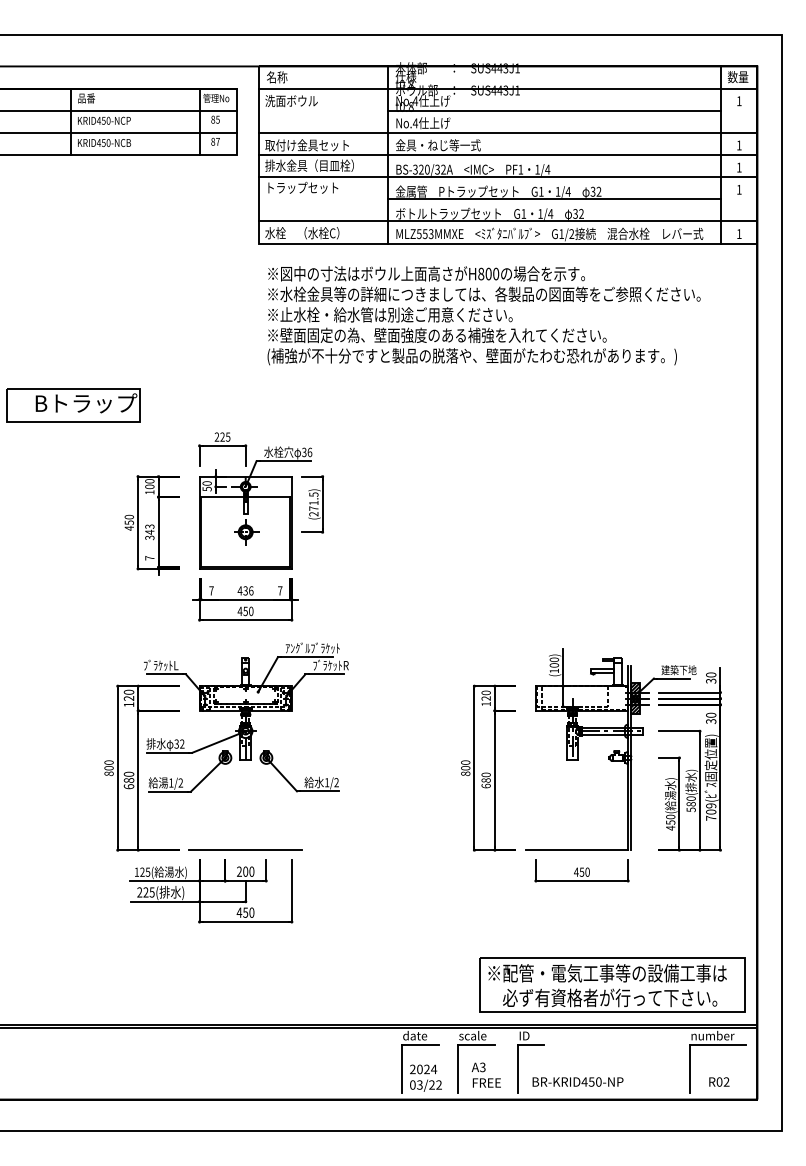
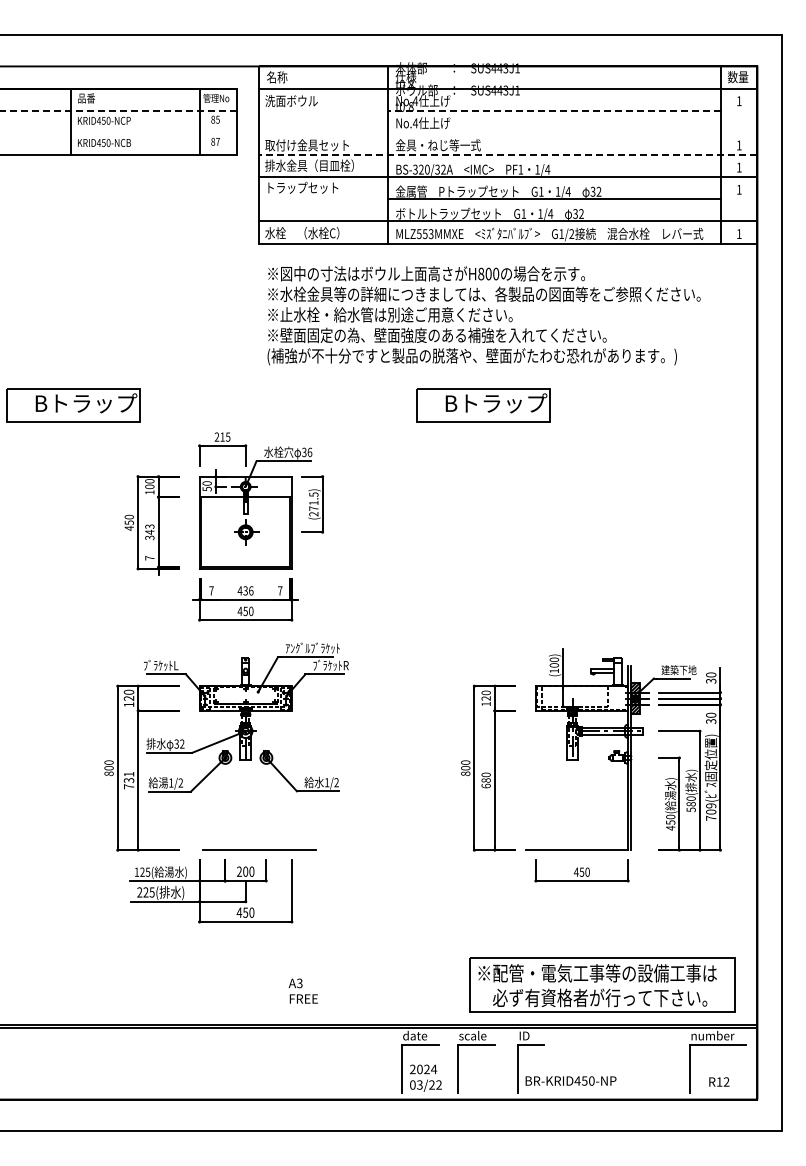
line at (118, 110): solid -> dashed
line at (553, 110): solid -> dashed
line at (119, 132): present -> none
line at (508, 132): present -> none
line at (507, 155): solid -> dashed
part at (483, 405): none -> present
text at (222, 436): 225 -> 215
text at (128, 780): 680 -> 731
line at (245, 849) position: (245, 849) -> (259, 849)
part at (612, 984) position: (612, 984) -> (602, 984)
text at (485, 1074) position: (485, 1074) -> (302, 990)
text at (577, 1081) position: (577, 1081) -> (570, 1080)
text at (719, 1081): R02 -> R12
